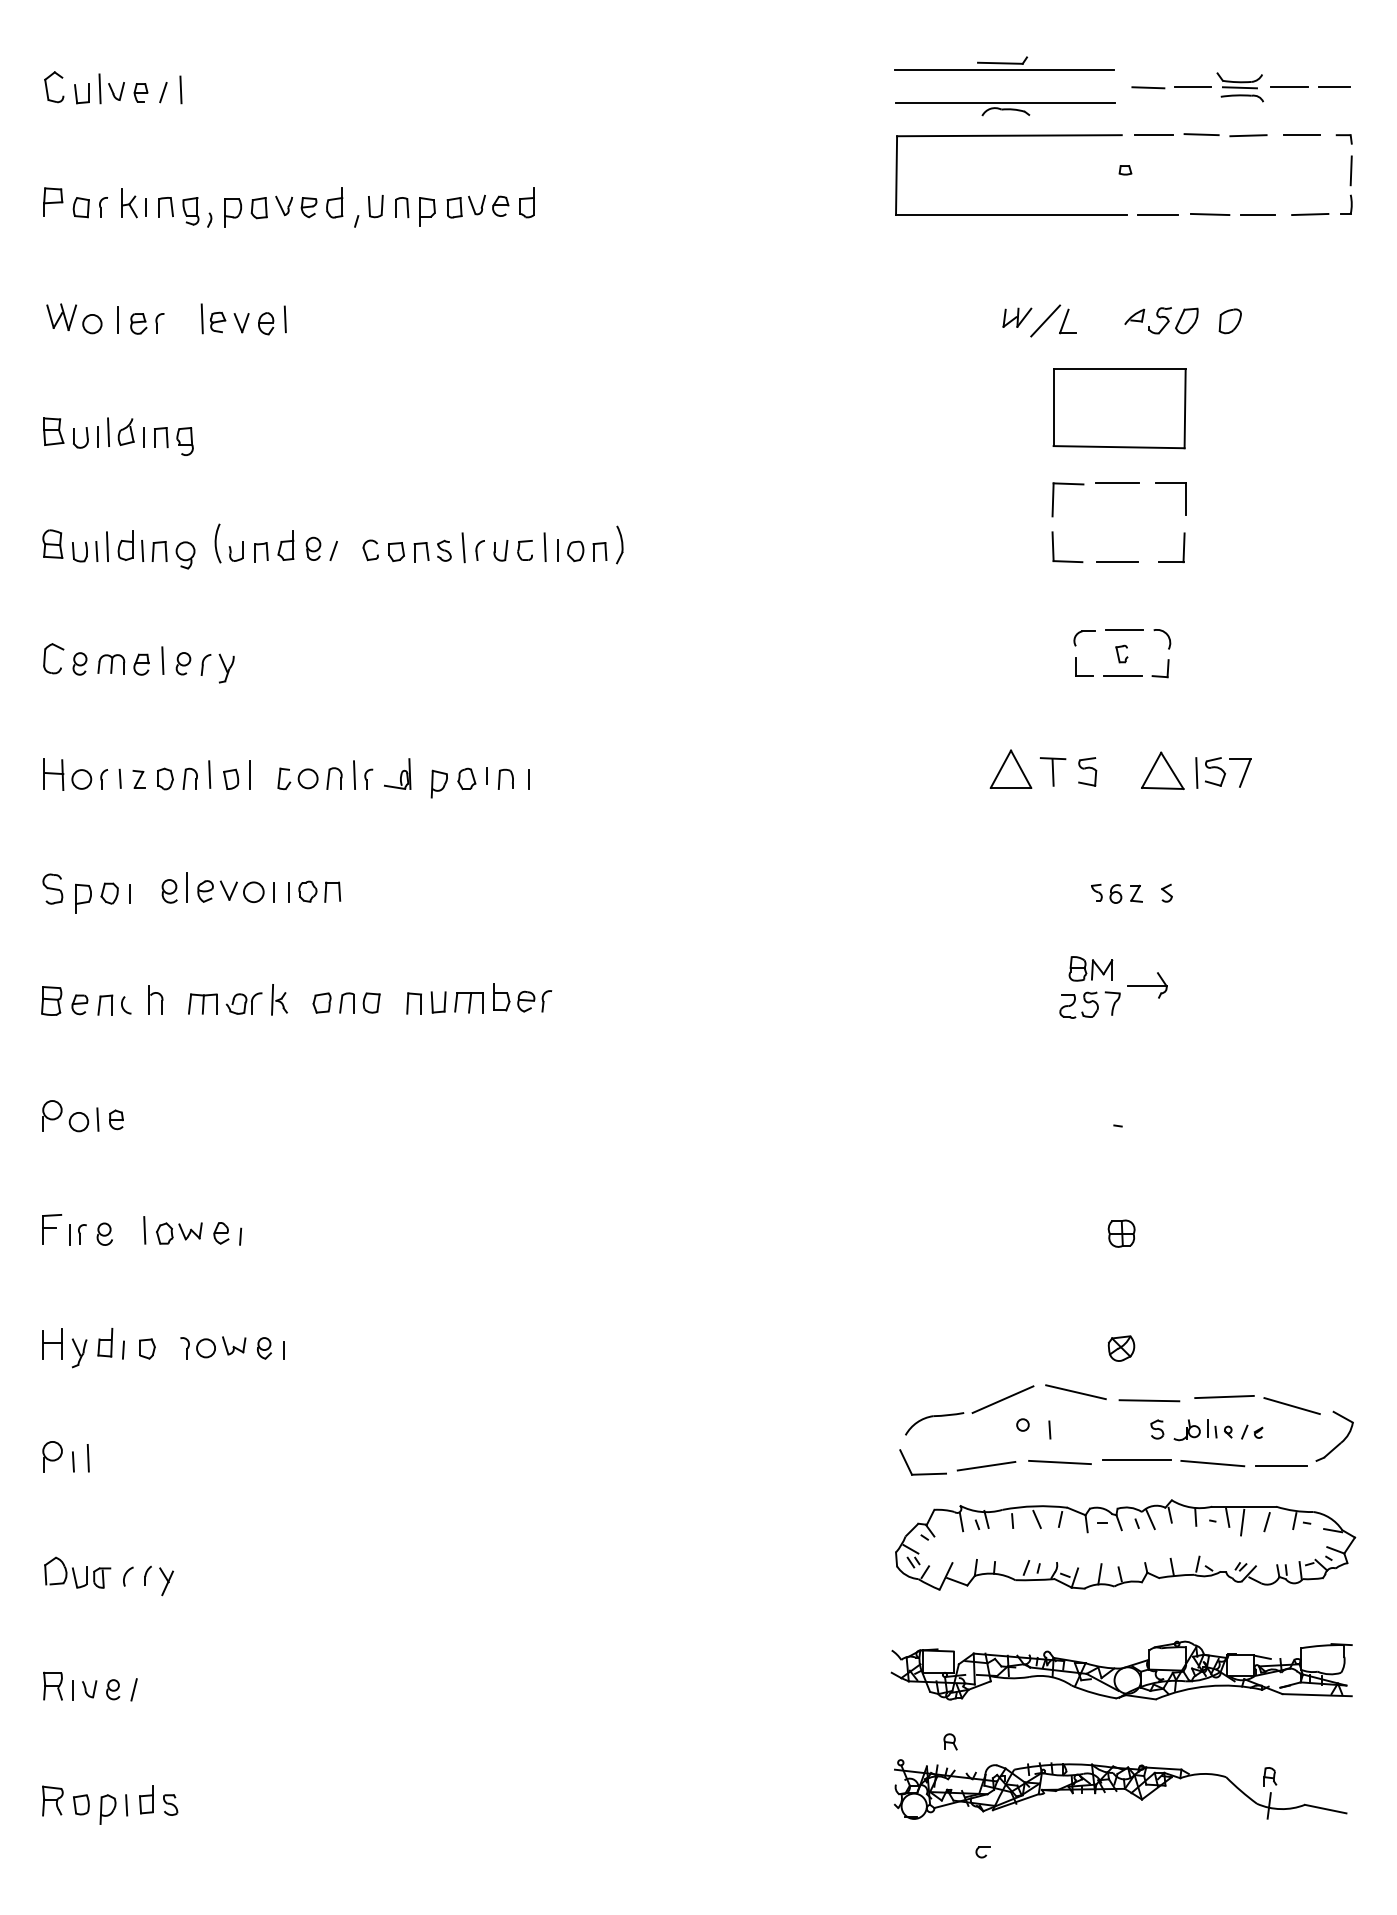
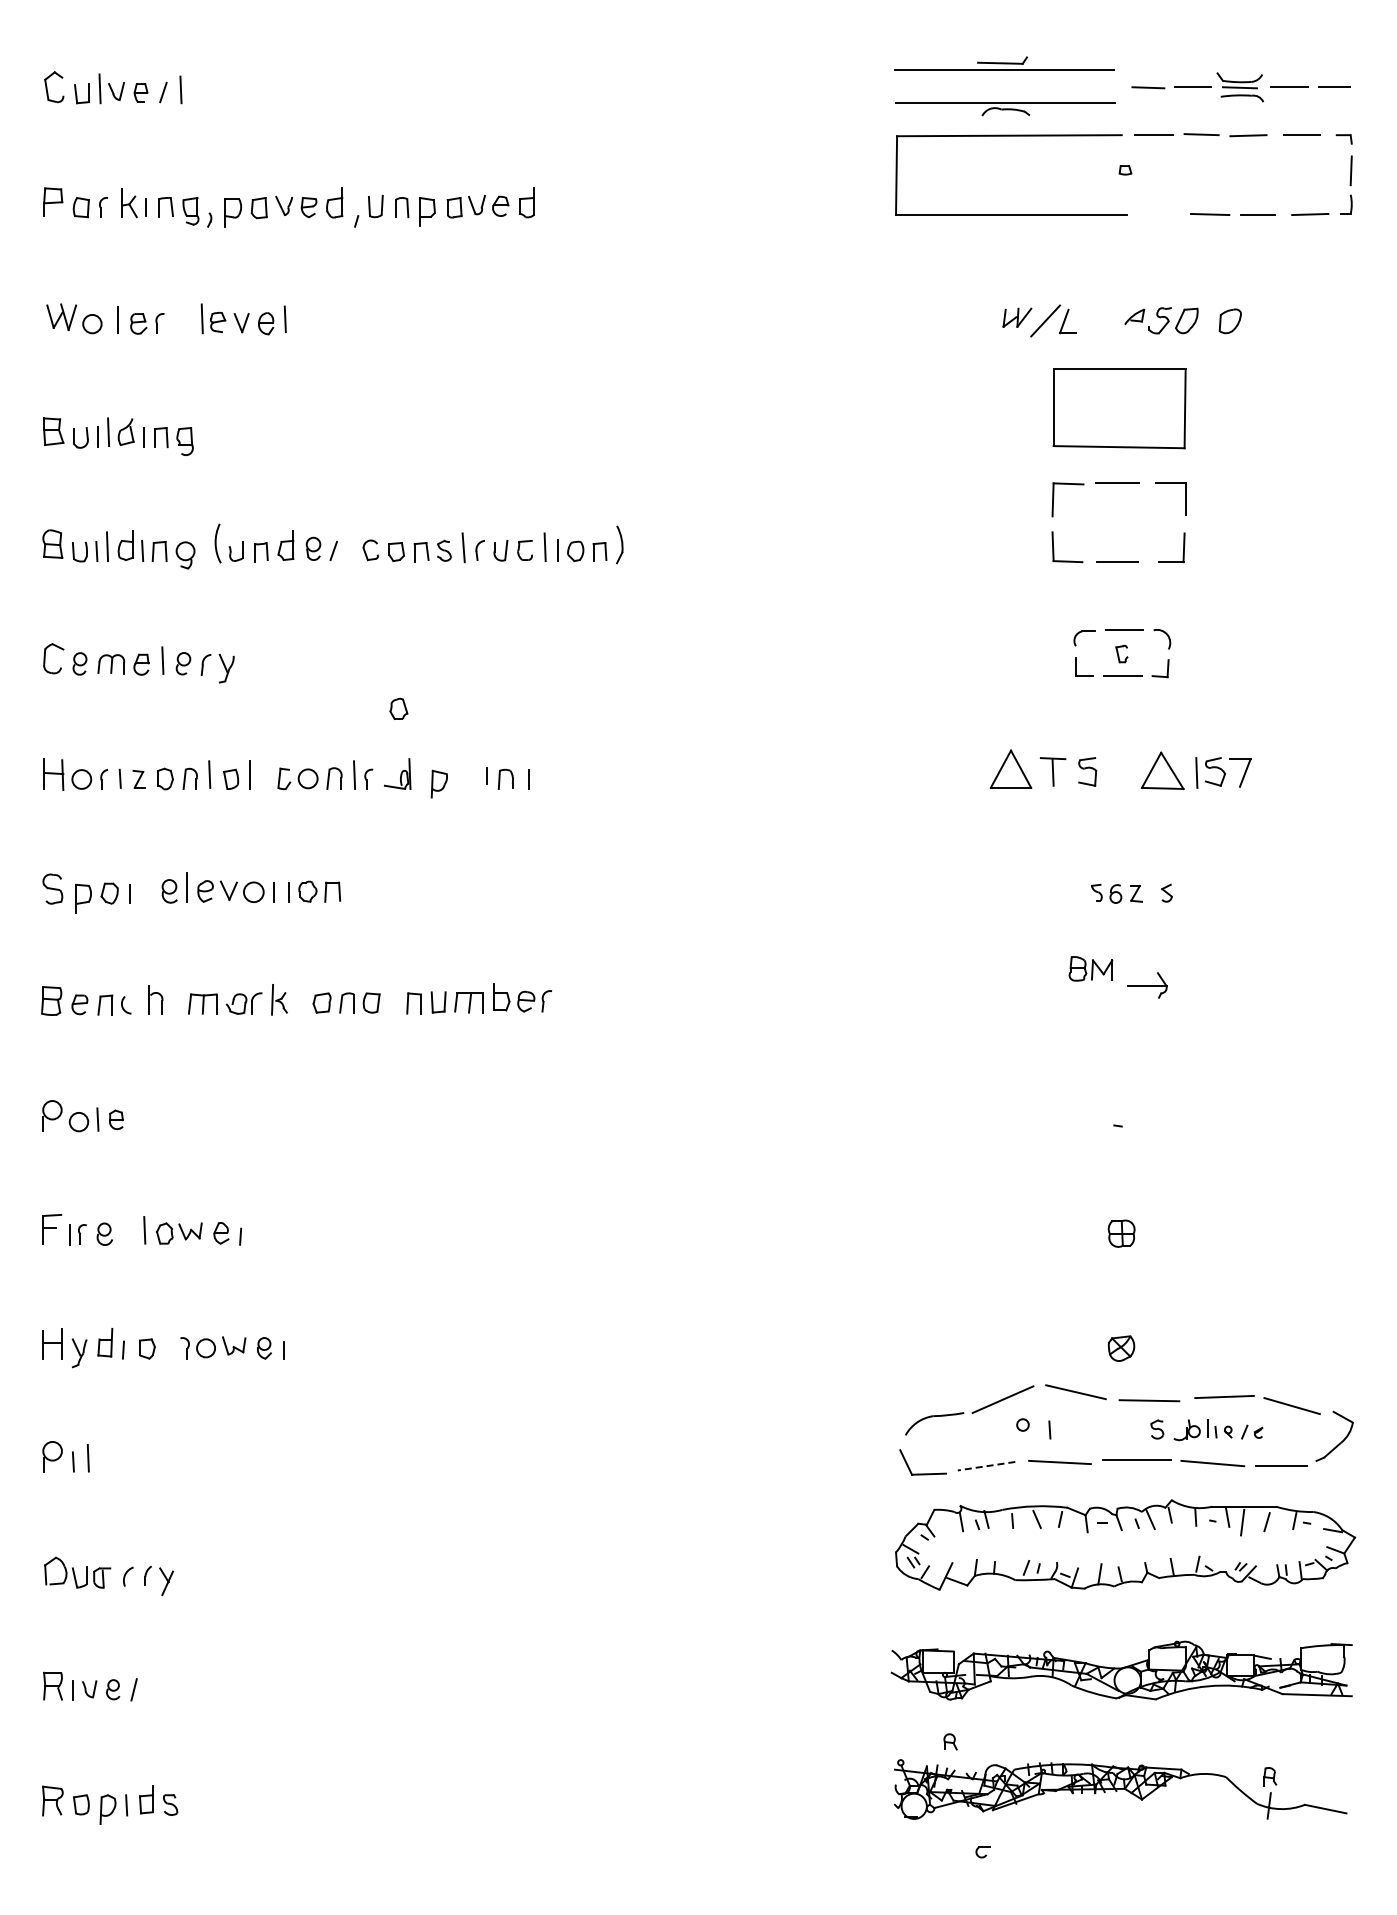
line at (1157, 215): present -> none
part at (466, 778) position: (466, 778) -> (398, 708)
part at (1089, 1004): present -> none
line at (986, 1466): solid -> dashed
